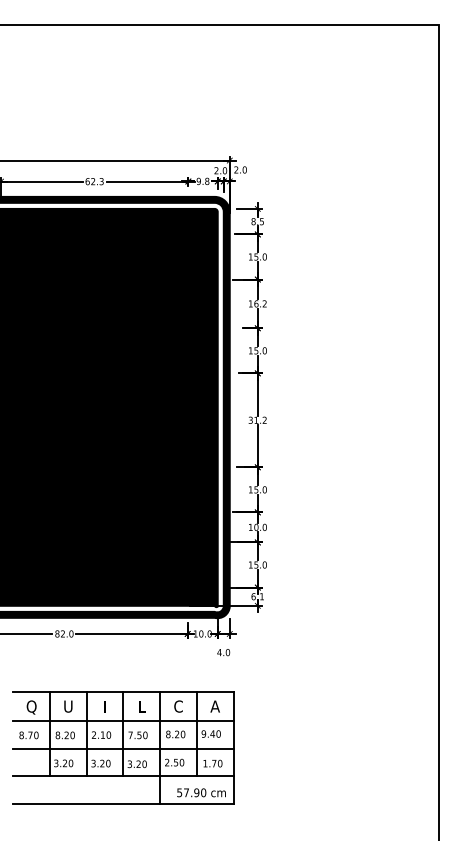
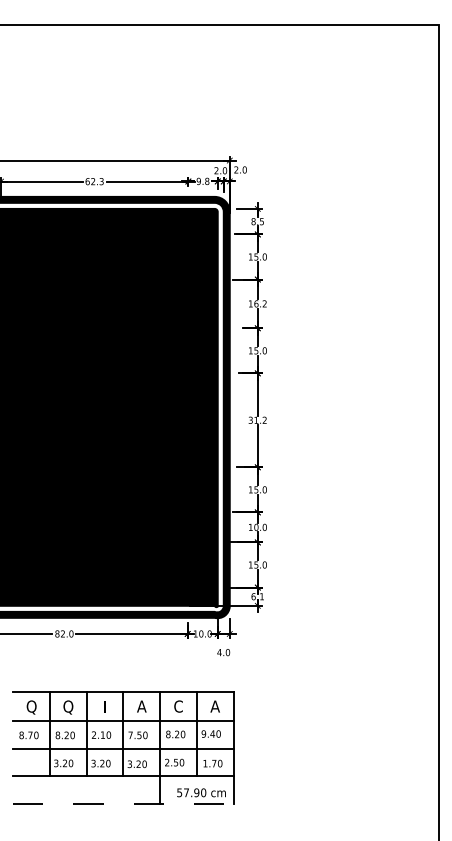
text at (141, 706): L -> A
text at (68, 707): U -> Q
line at (123, 803): solid -> dashed
